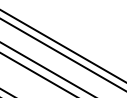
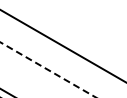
line at (62, 54): present -> none
line at (47, 69): solid -> dashed
line at (37, 74): present -> none
